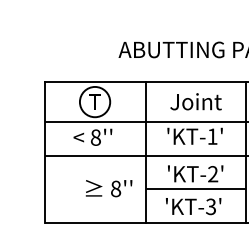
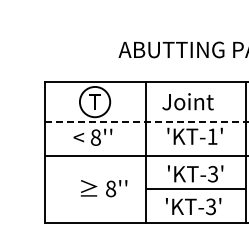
text at (195, 101) position: (195, 101) -> (187, 101)
line at (146, 122): solid -> dashed
text at (213, 174): 'KT-2' -> 'KT-3'
text at (108, 188) position: (108, 188) -> (103, 188)
